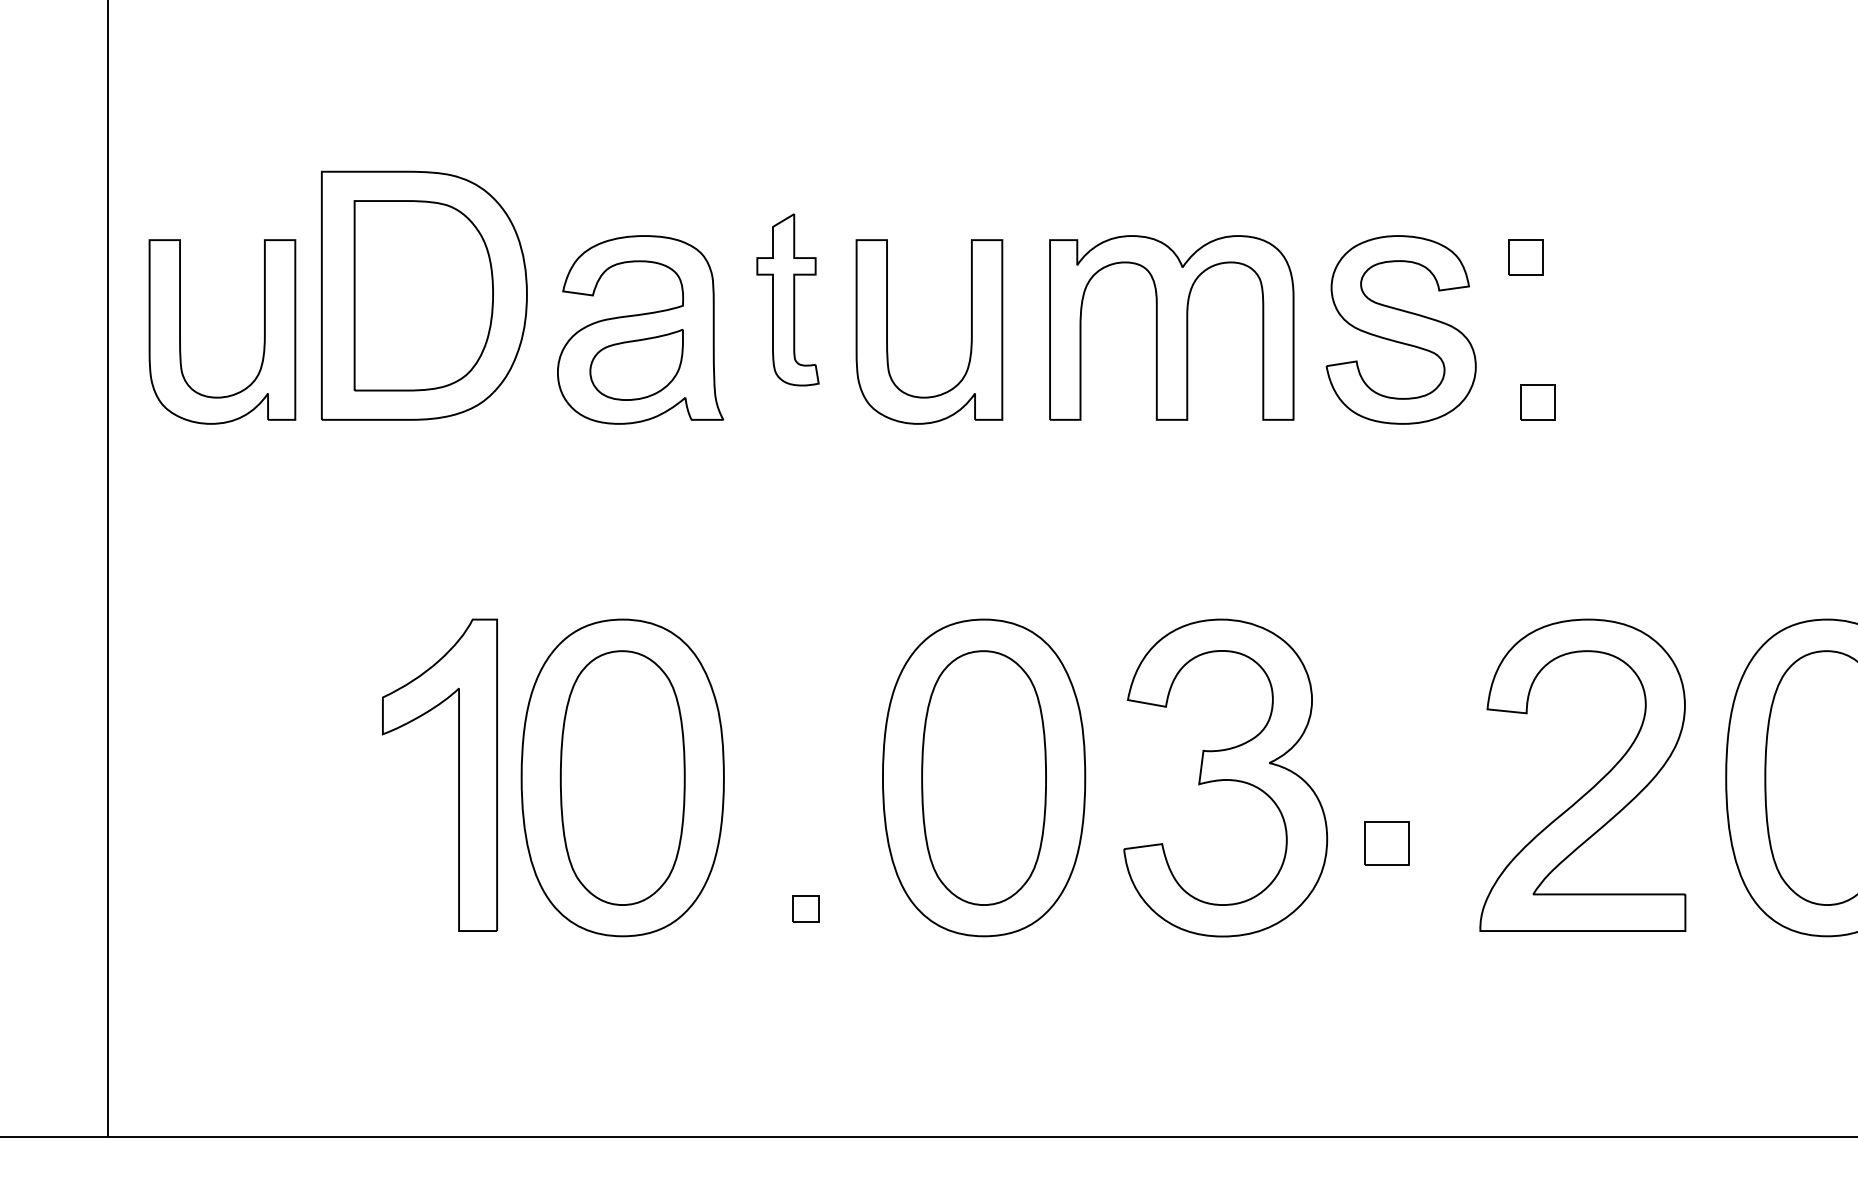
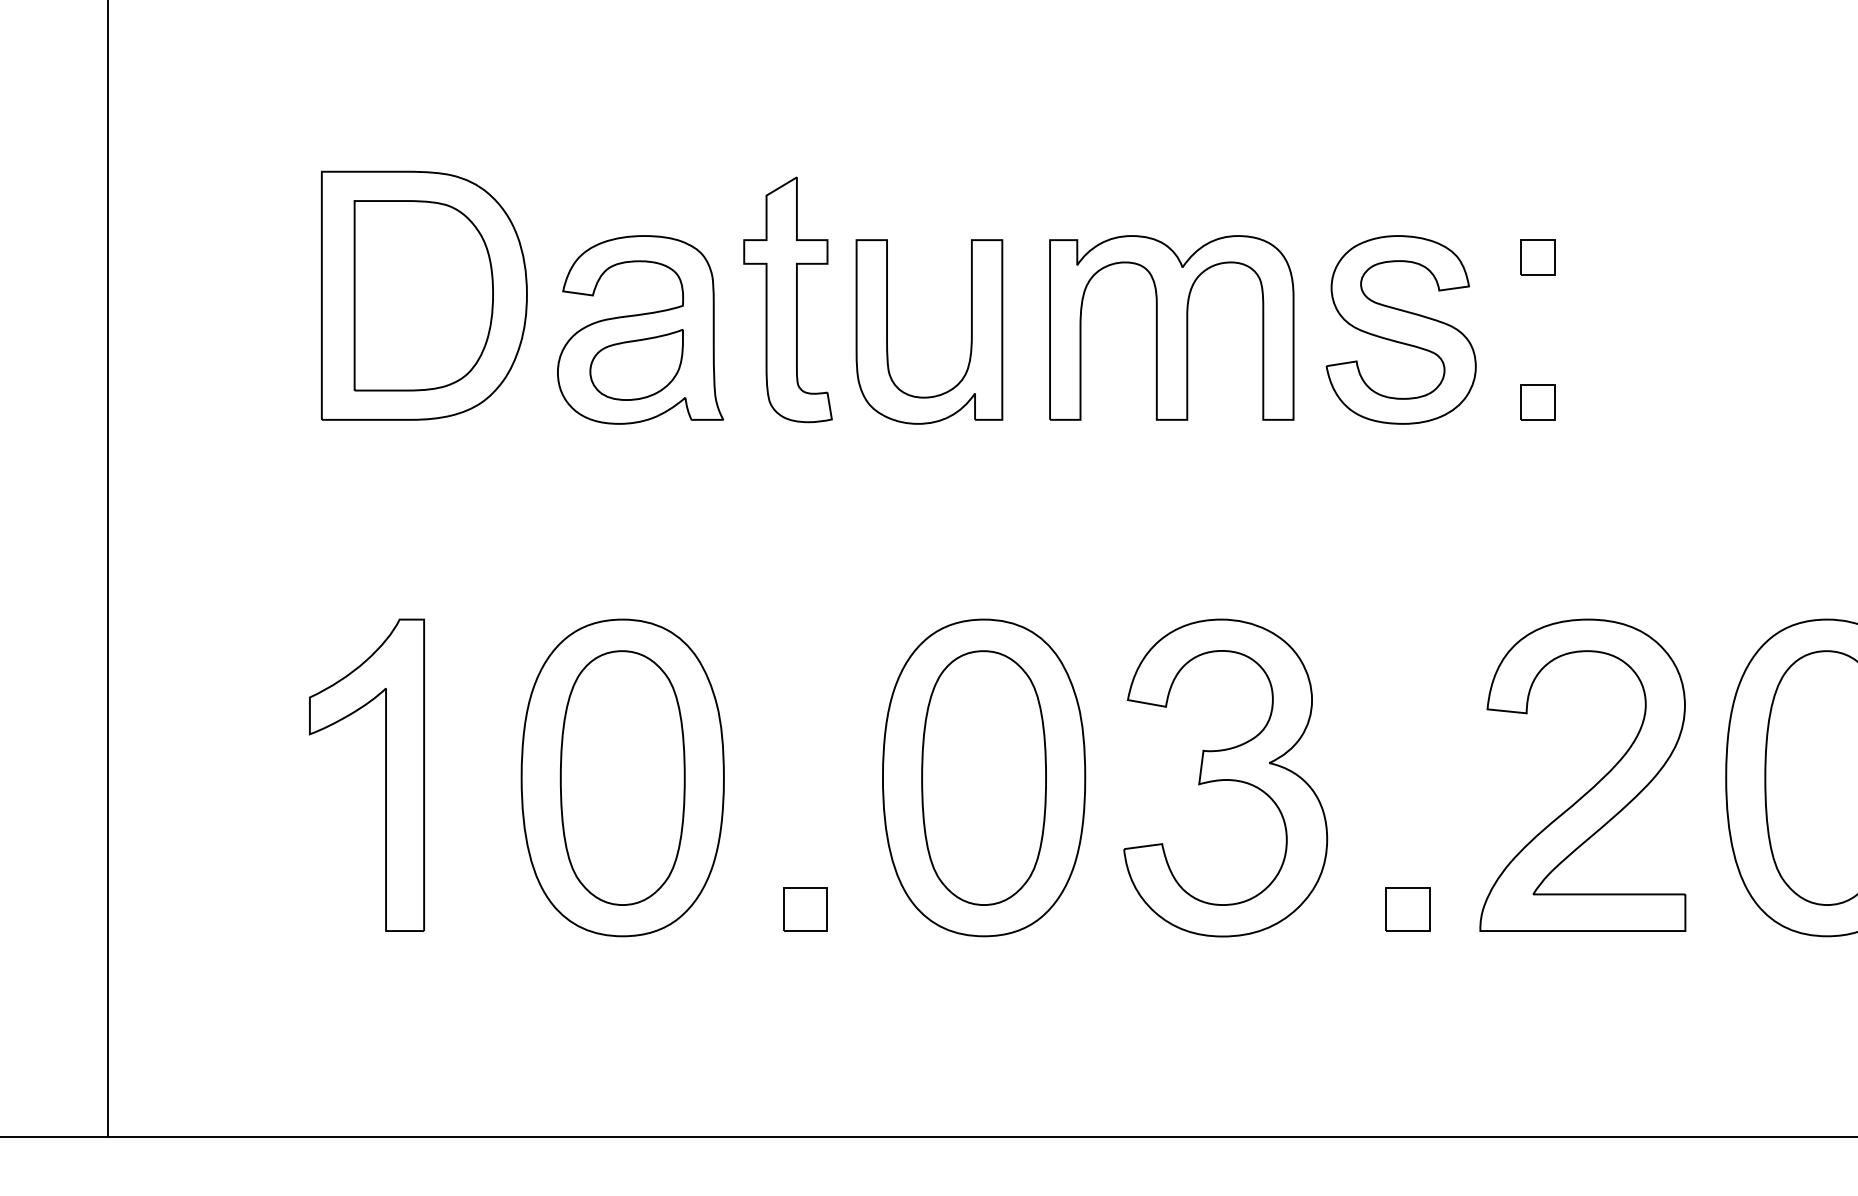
part at (1525, 257) position: (1525, 257) -> (1537, 257)
part at (787, 299) size: 64x174 px -> 90x248 px
part at (263, 339): present -> none
part at (458, 774) position: (458, 774) -> (385, 774)
part at (1386, 843) position: (1386, 843) -> (1407, 909)
part at (805, 908) size: 28x28 px -> 45x45 px
